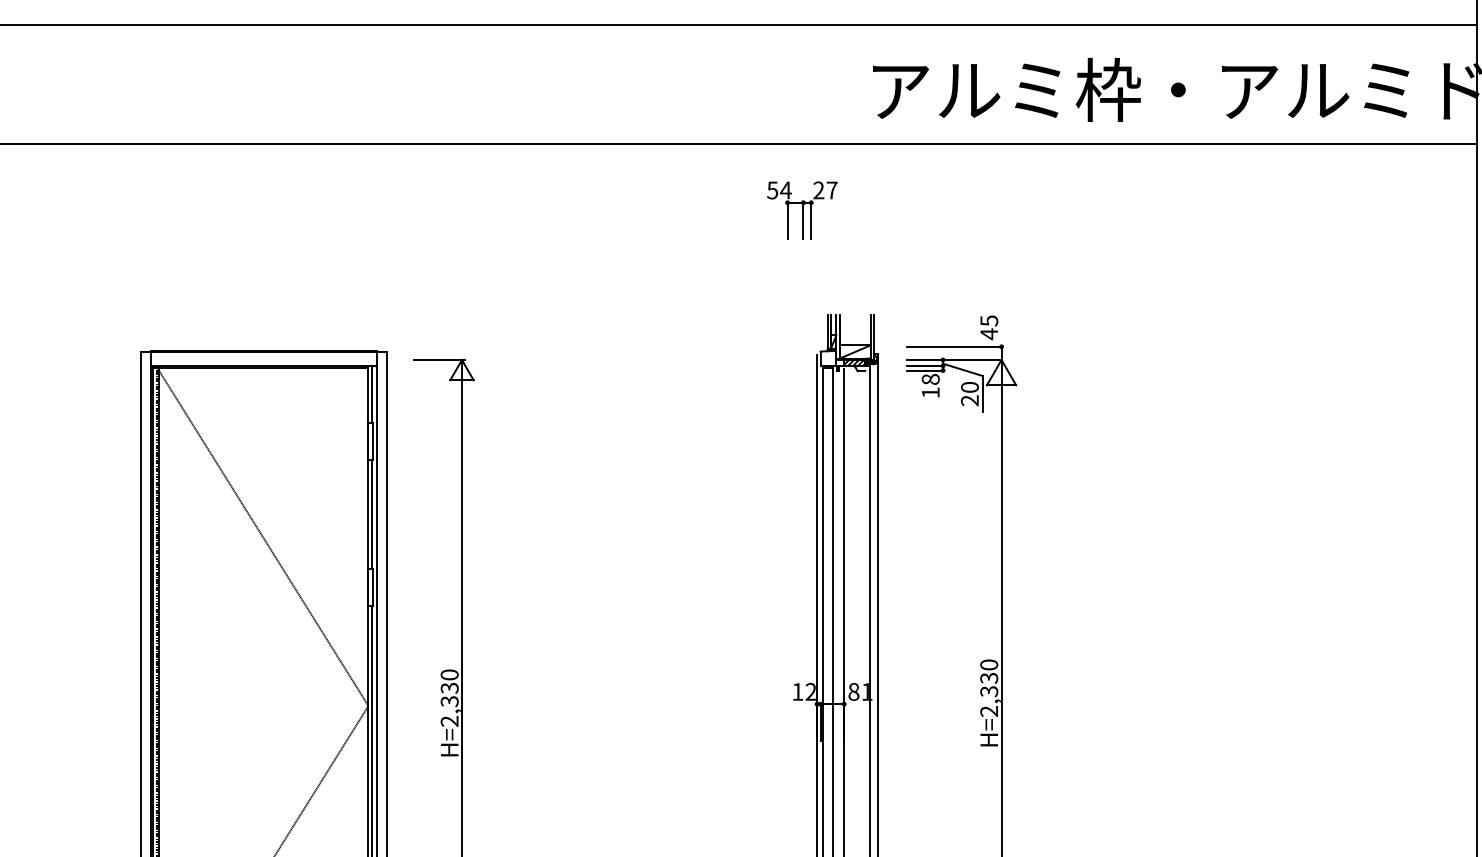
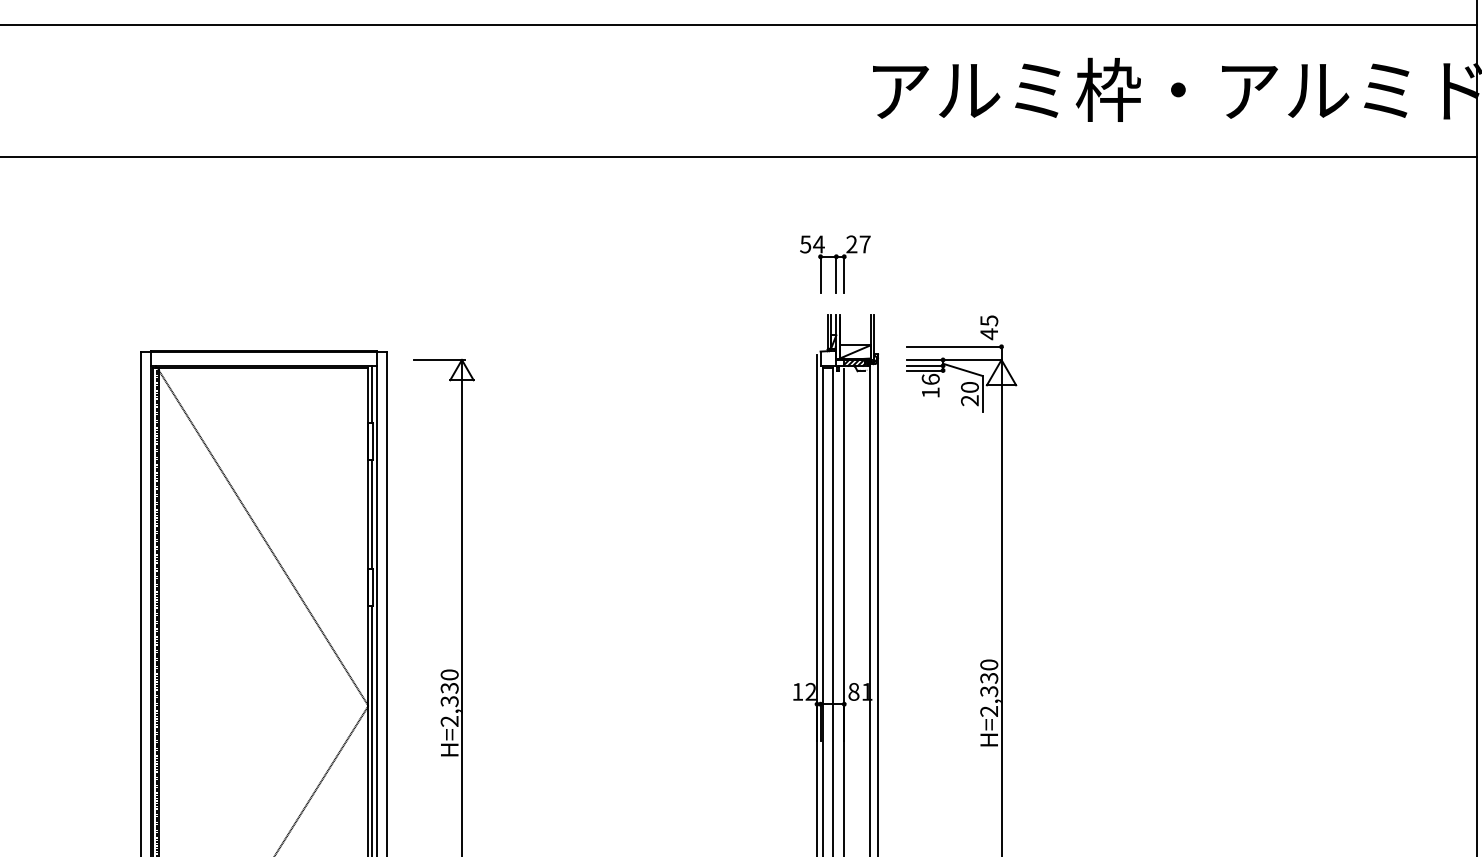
line at (739, 143) position: (739, 143) -> (739, 156)
part at (802, 210) position: (802, 210) -> (835, 264)
text at (930, 378): 18 -> 16
